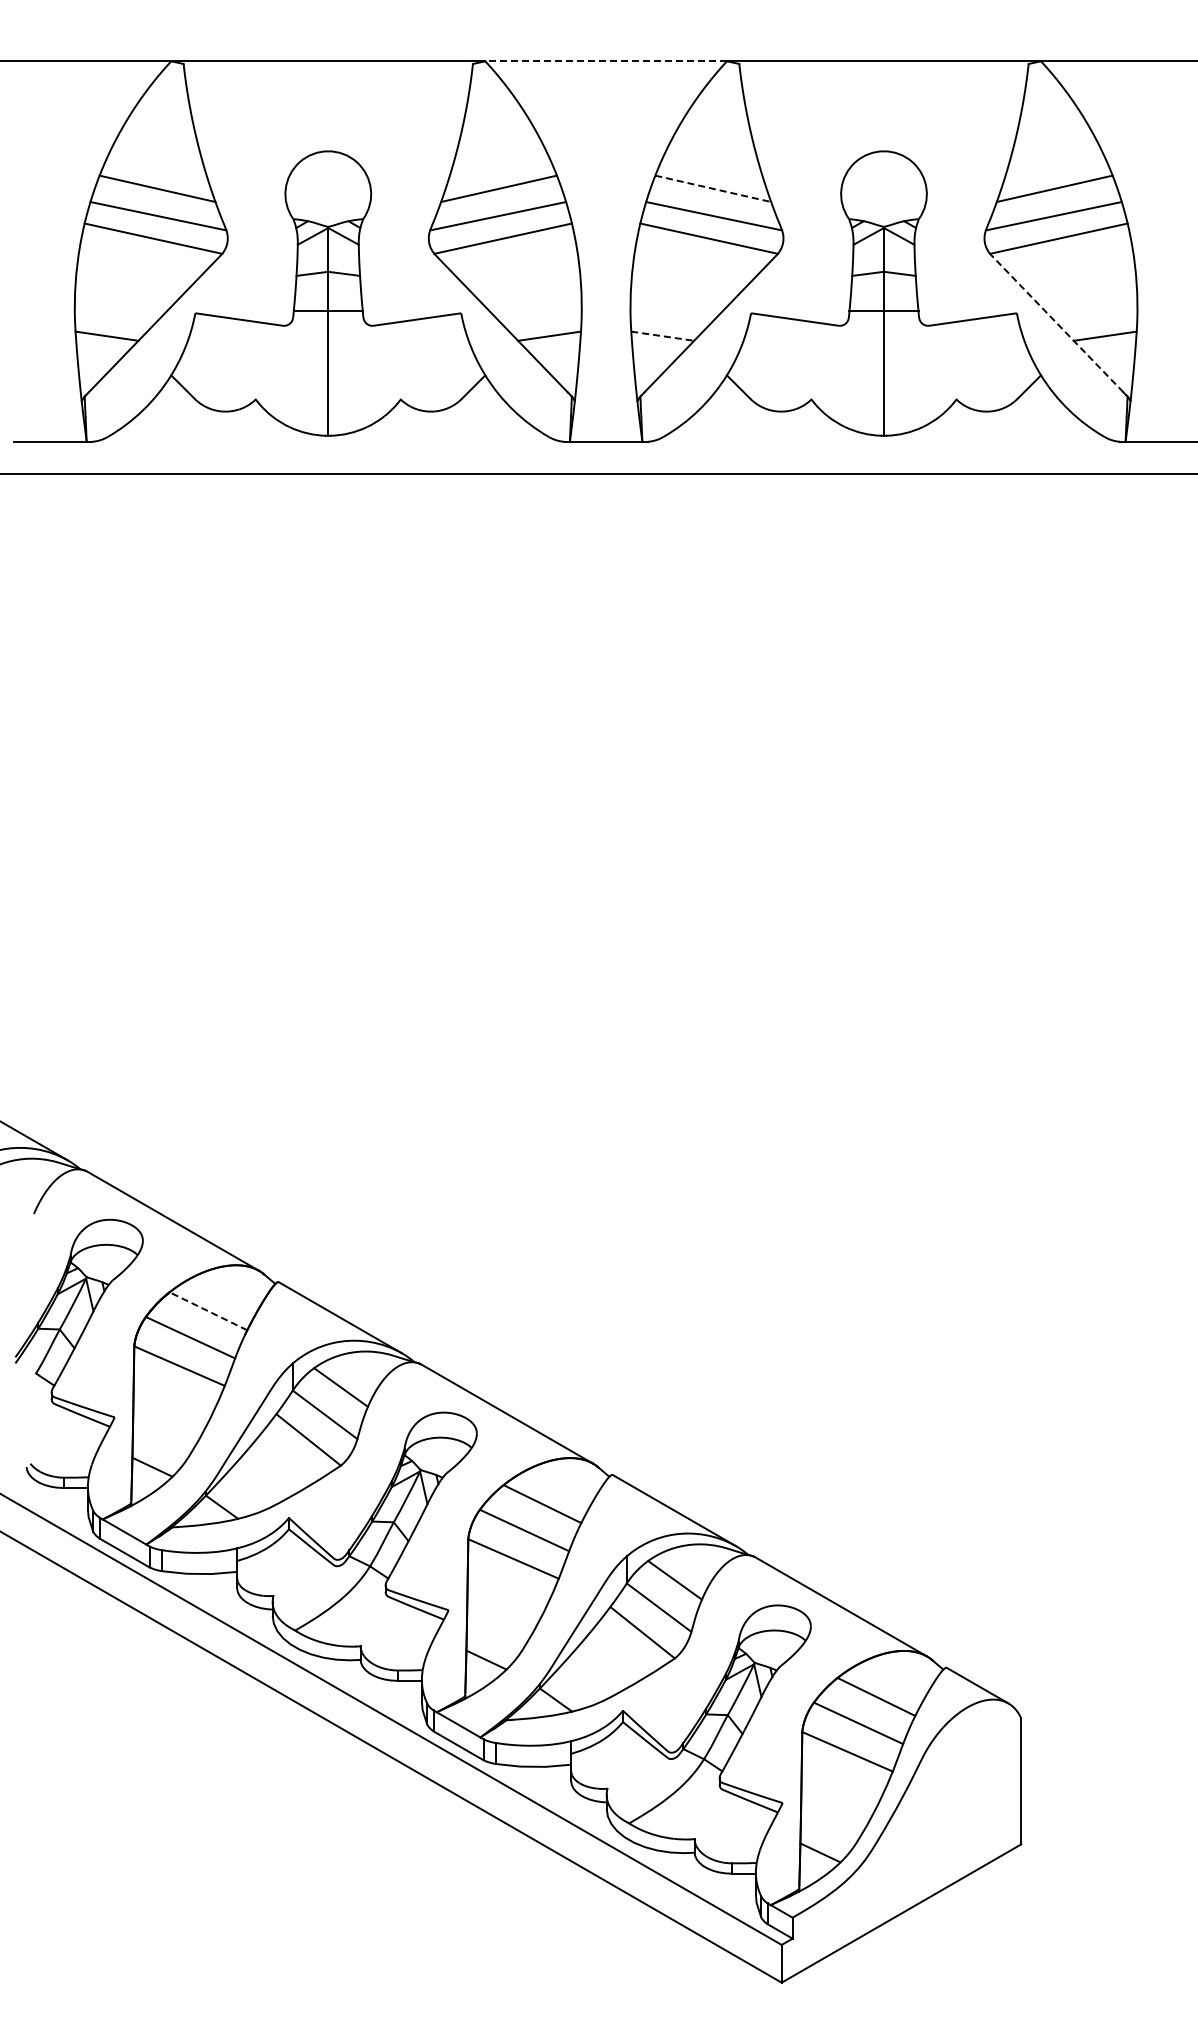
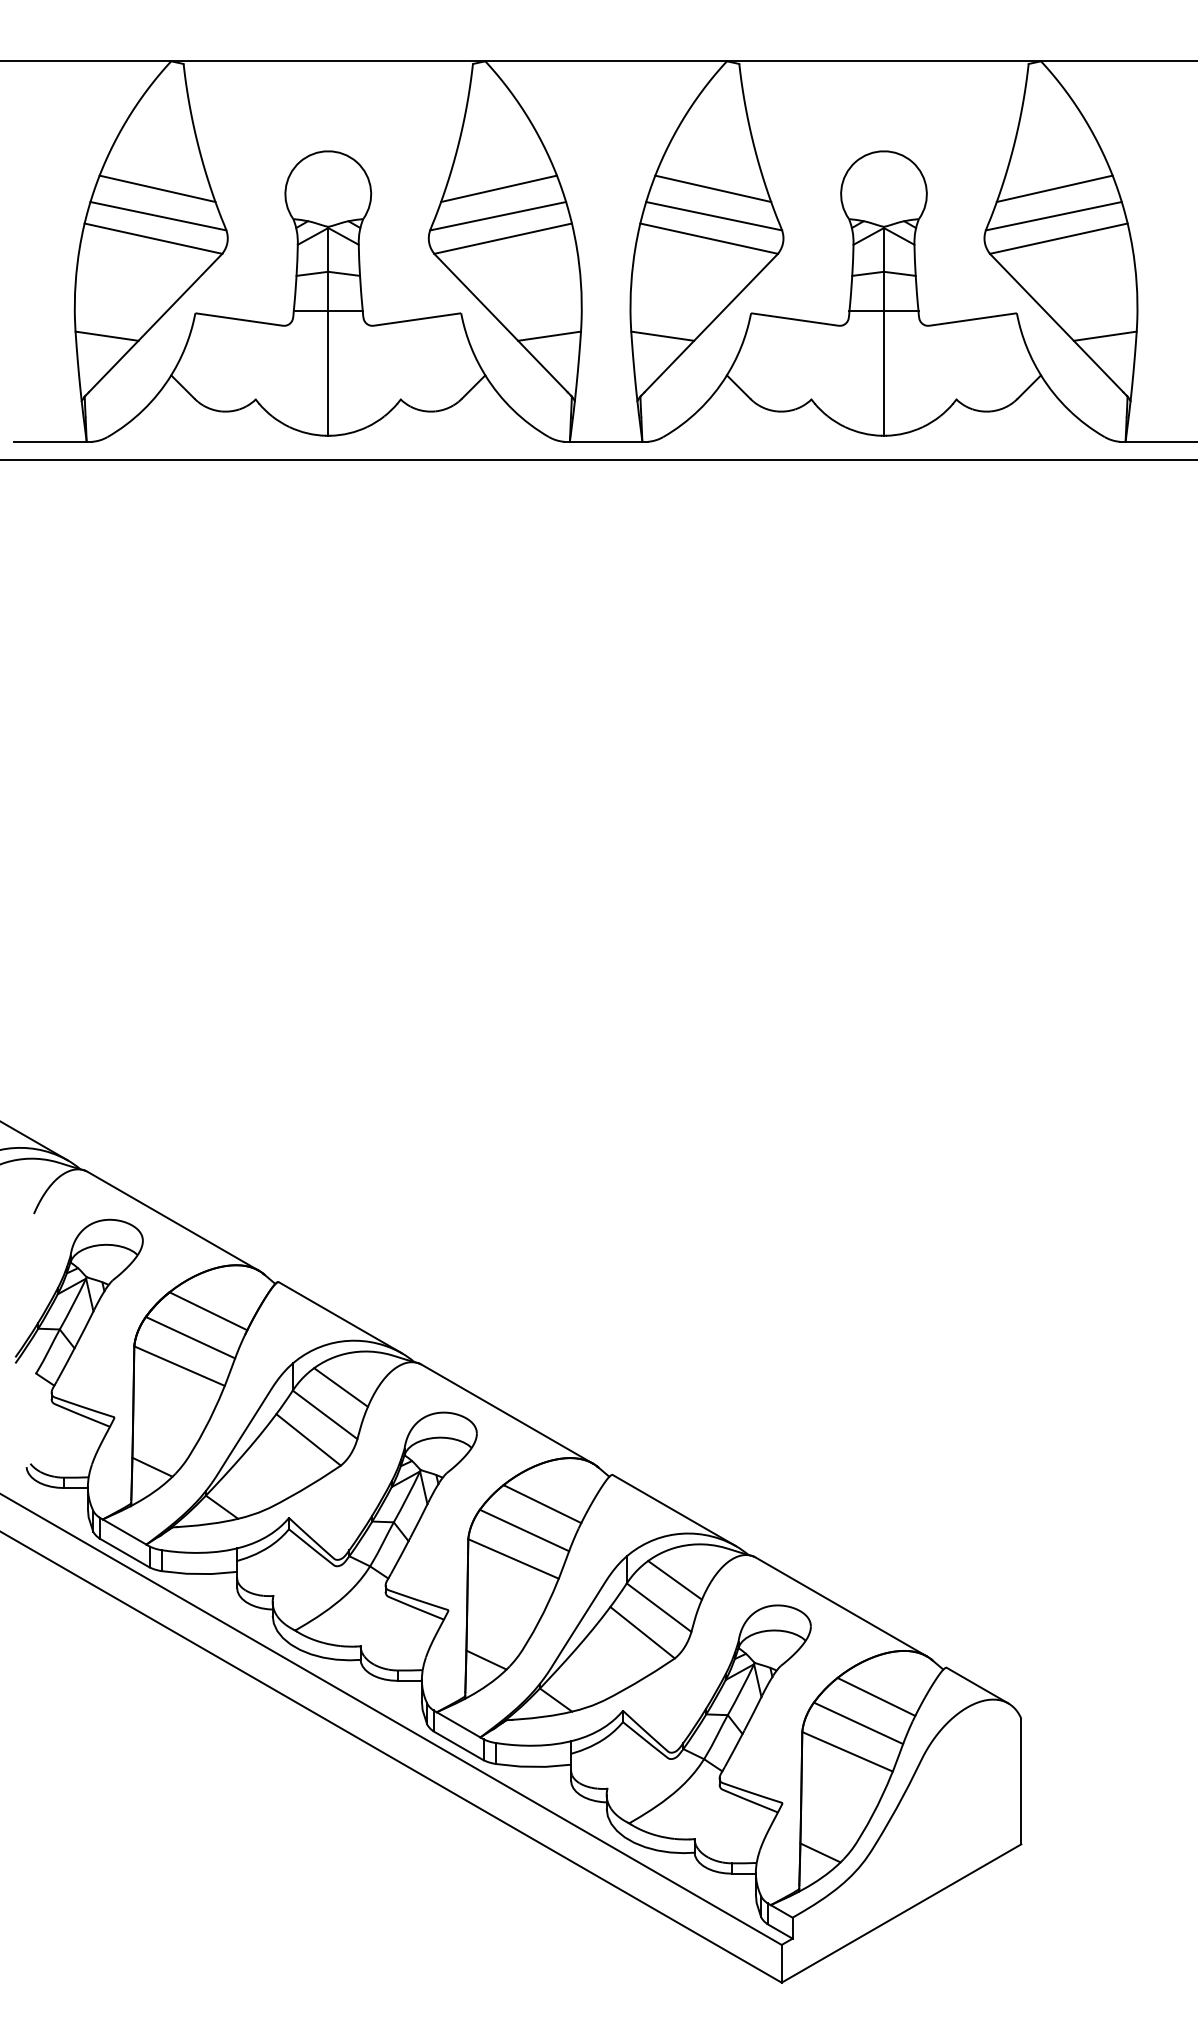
line at (606, 61): dashed -> solid
line at (713, 188): dashed -> solid
line at (1056, 322): dashed -> solid
line at (662, 336): dashed -> solid
line at (598, 473) position: (598, 473) -> (598, 459)
line at (208, 1311): dashed -> solid
